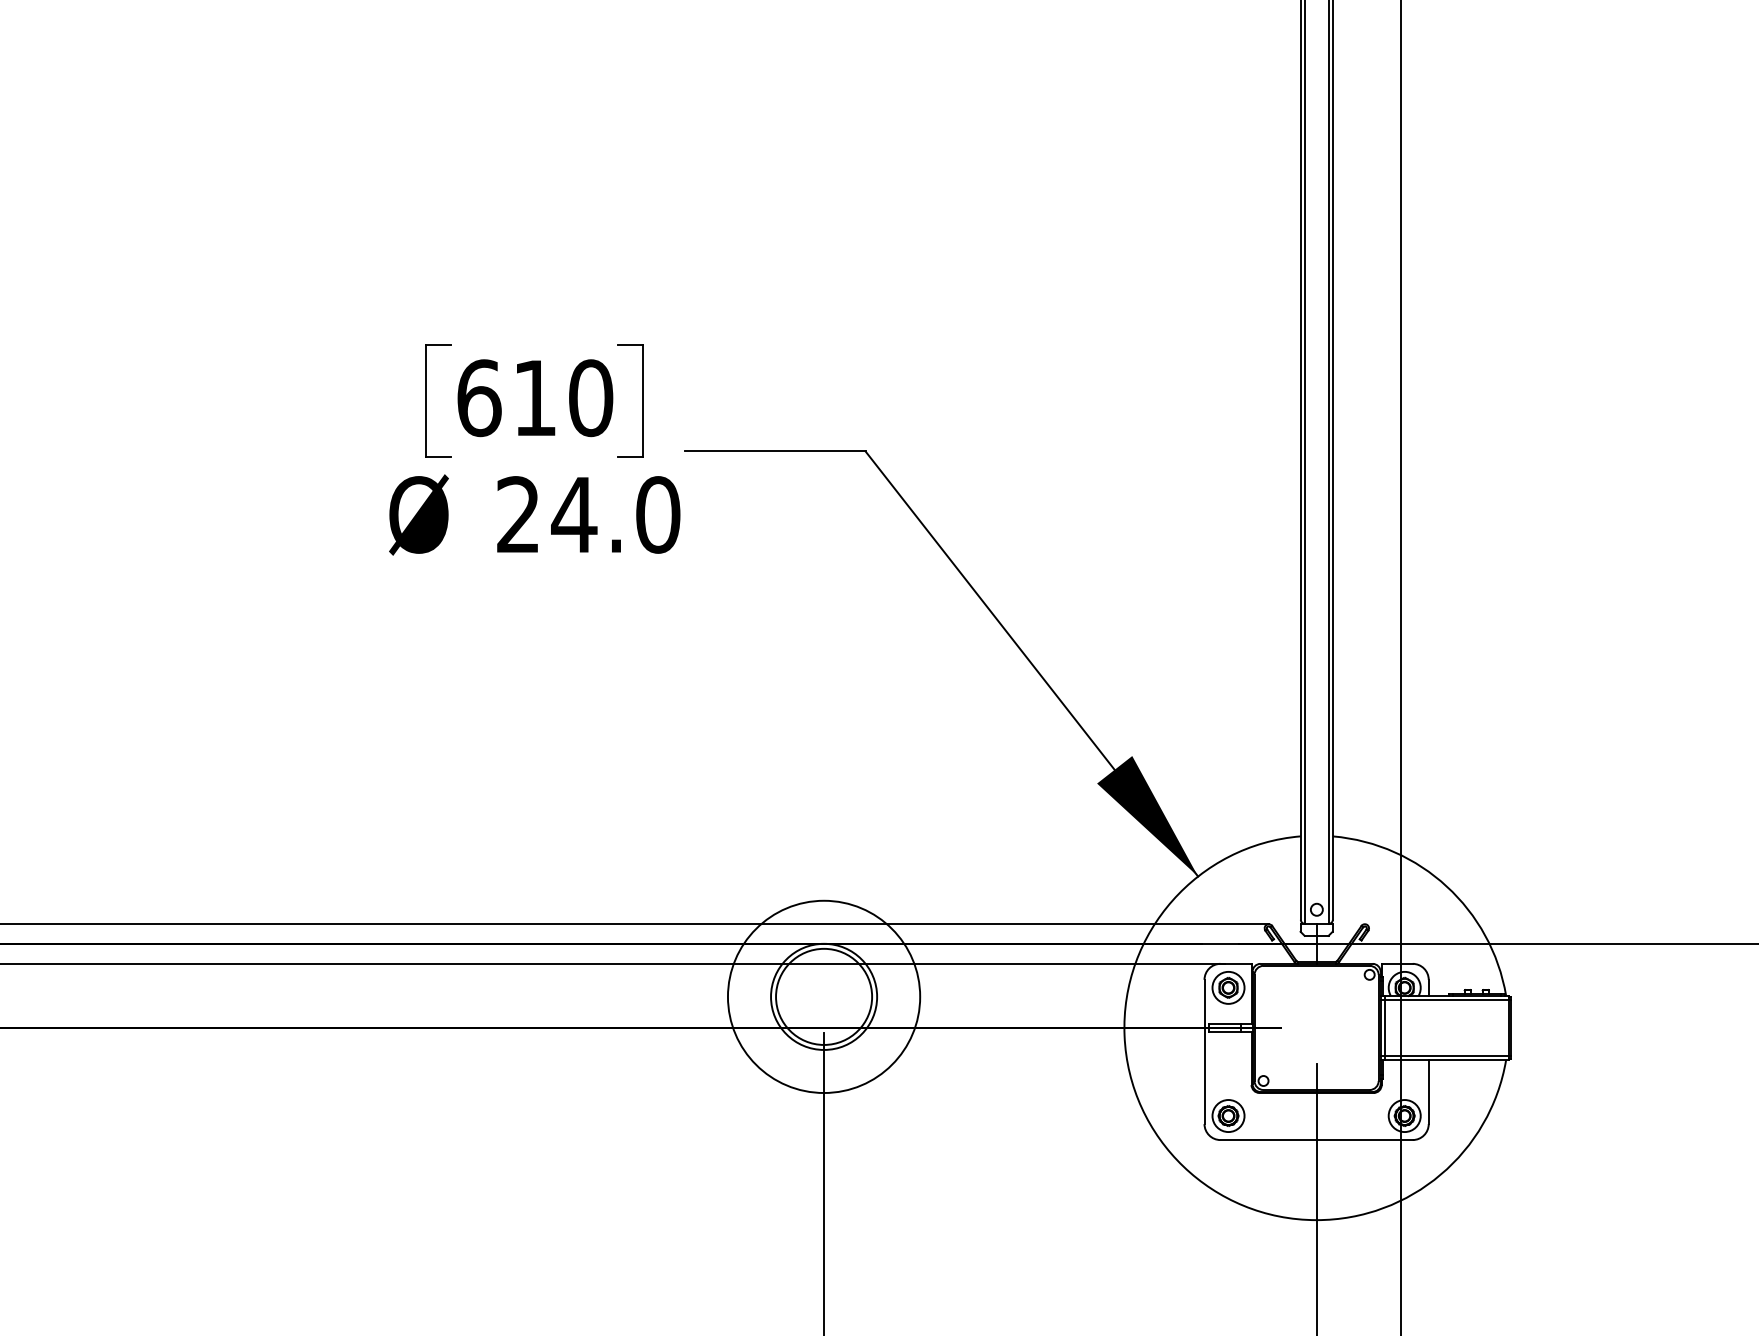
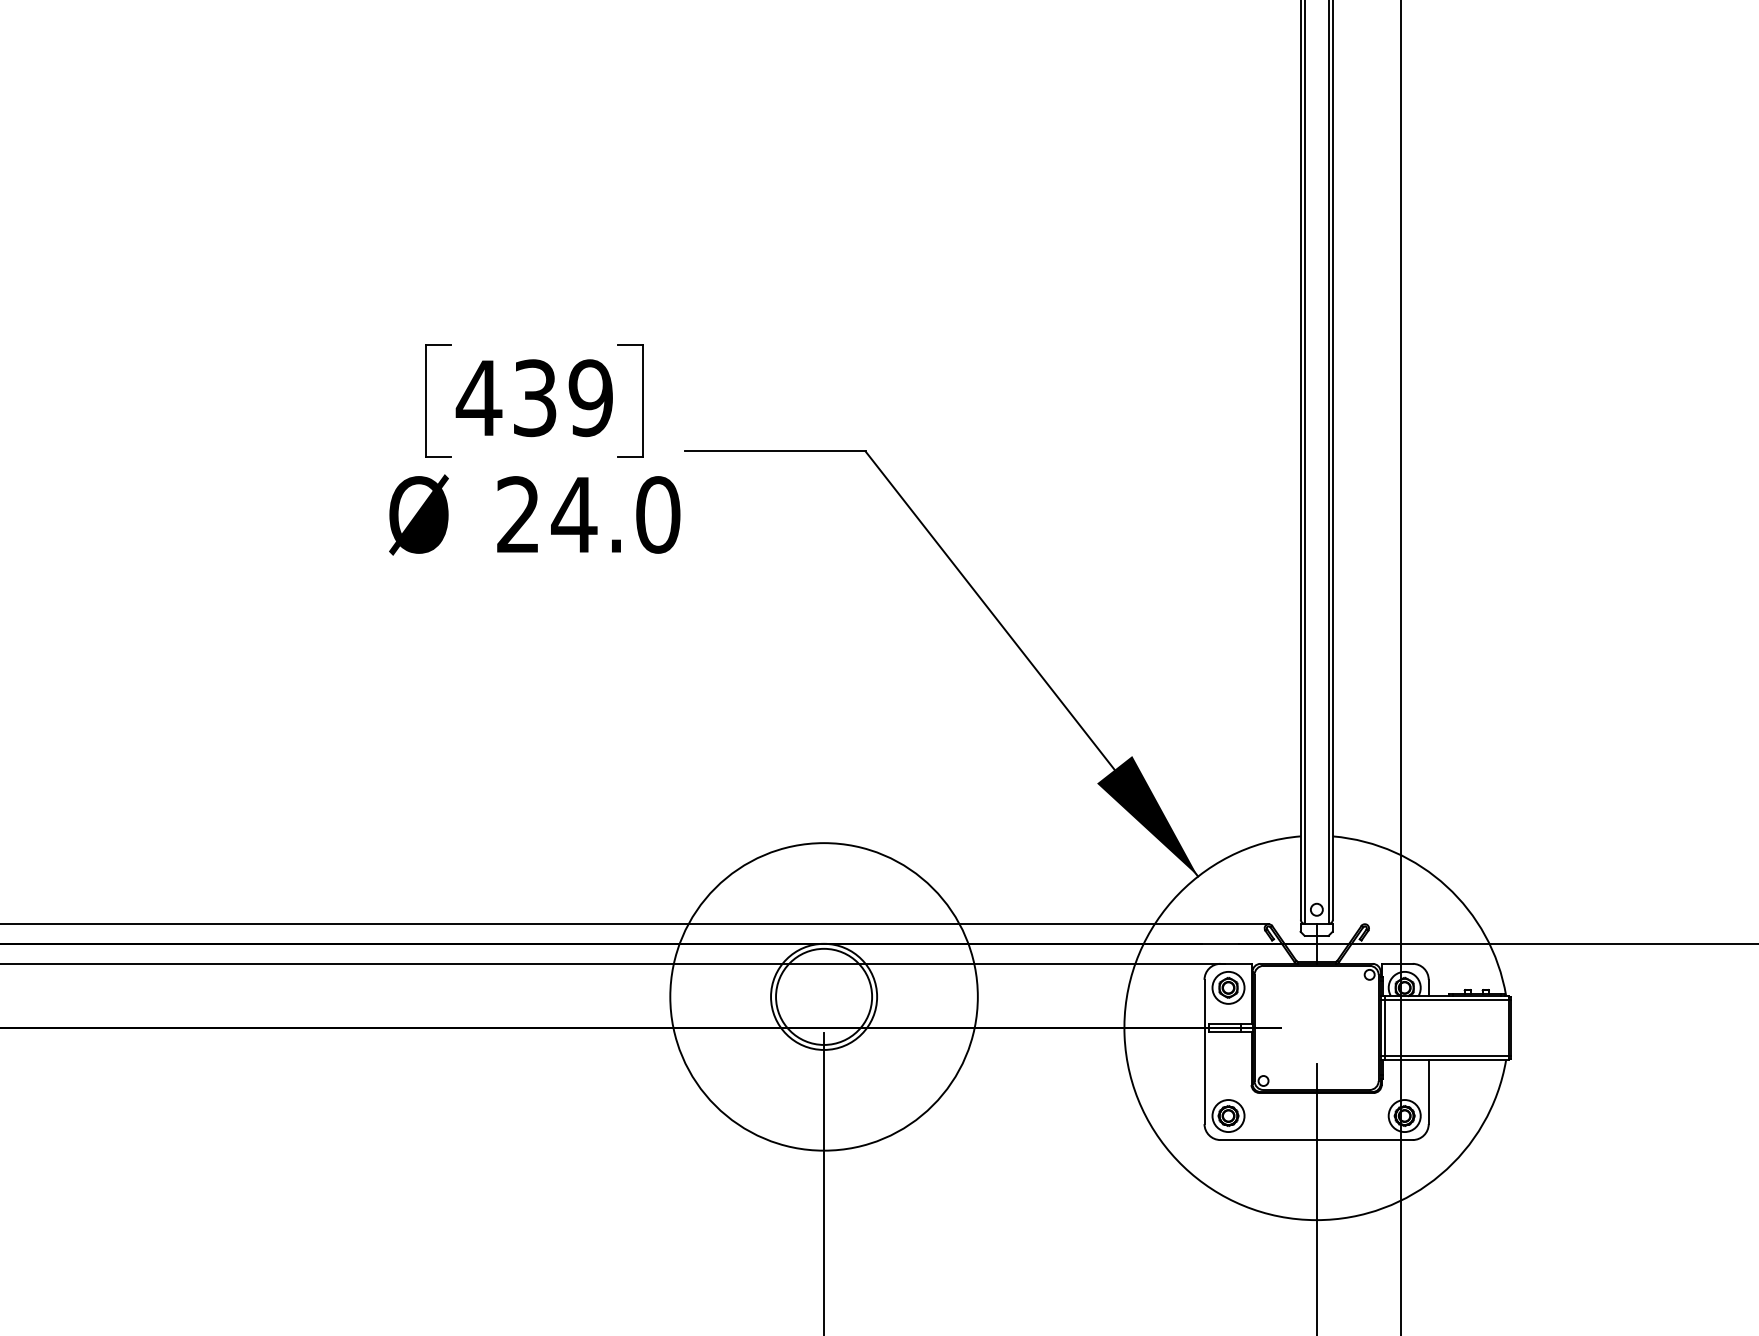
text at (534, 398): 610 -> 439
circle at (823, 996) diameter: 192 px -> 308 px
